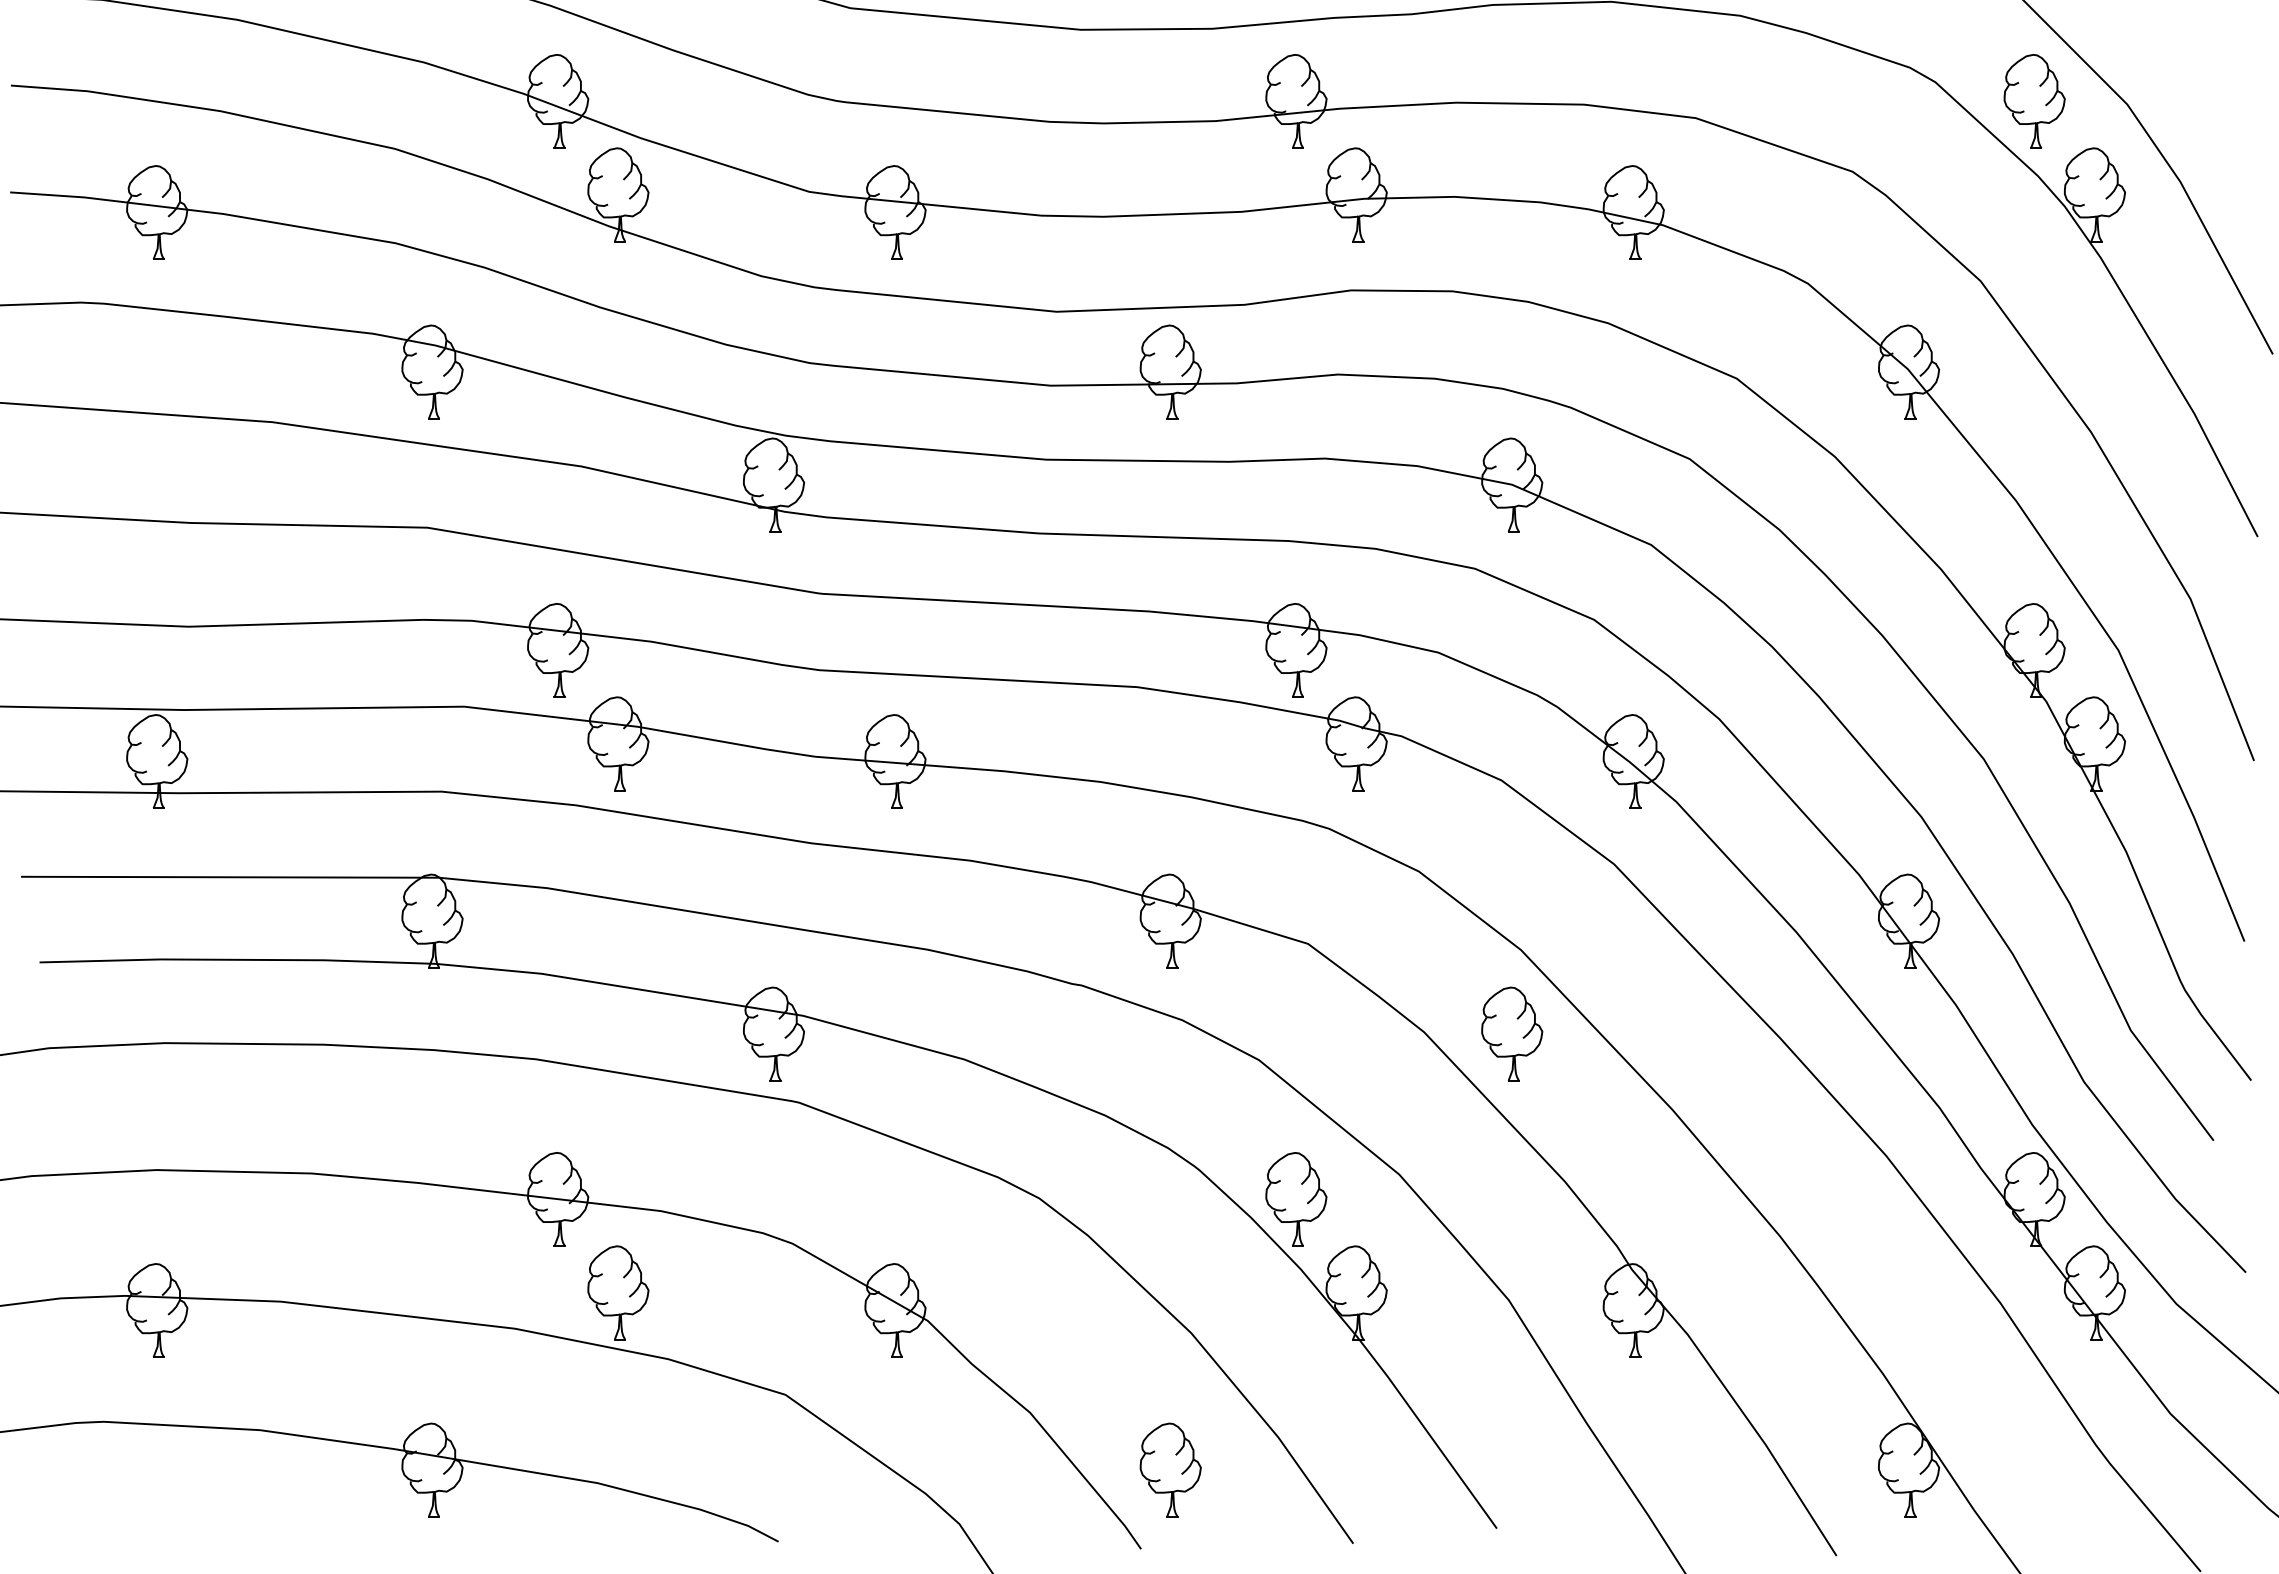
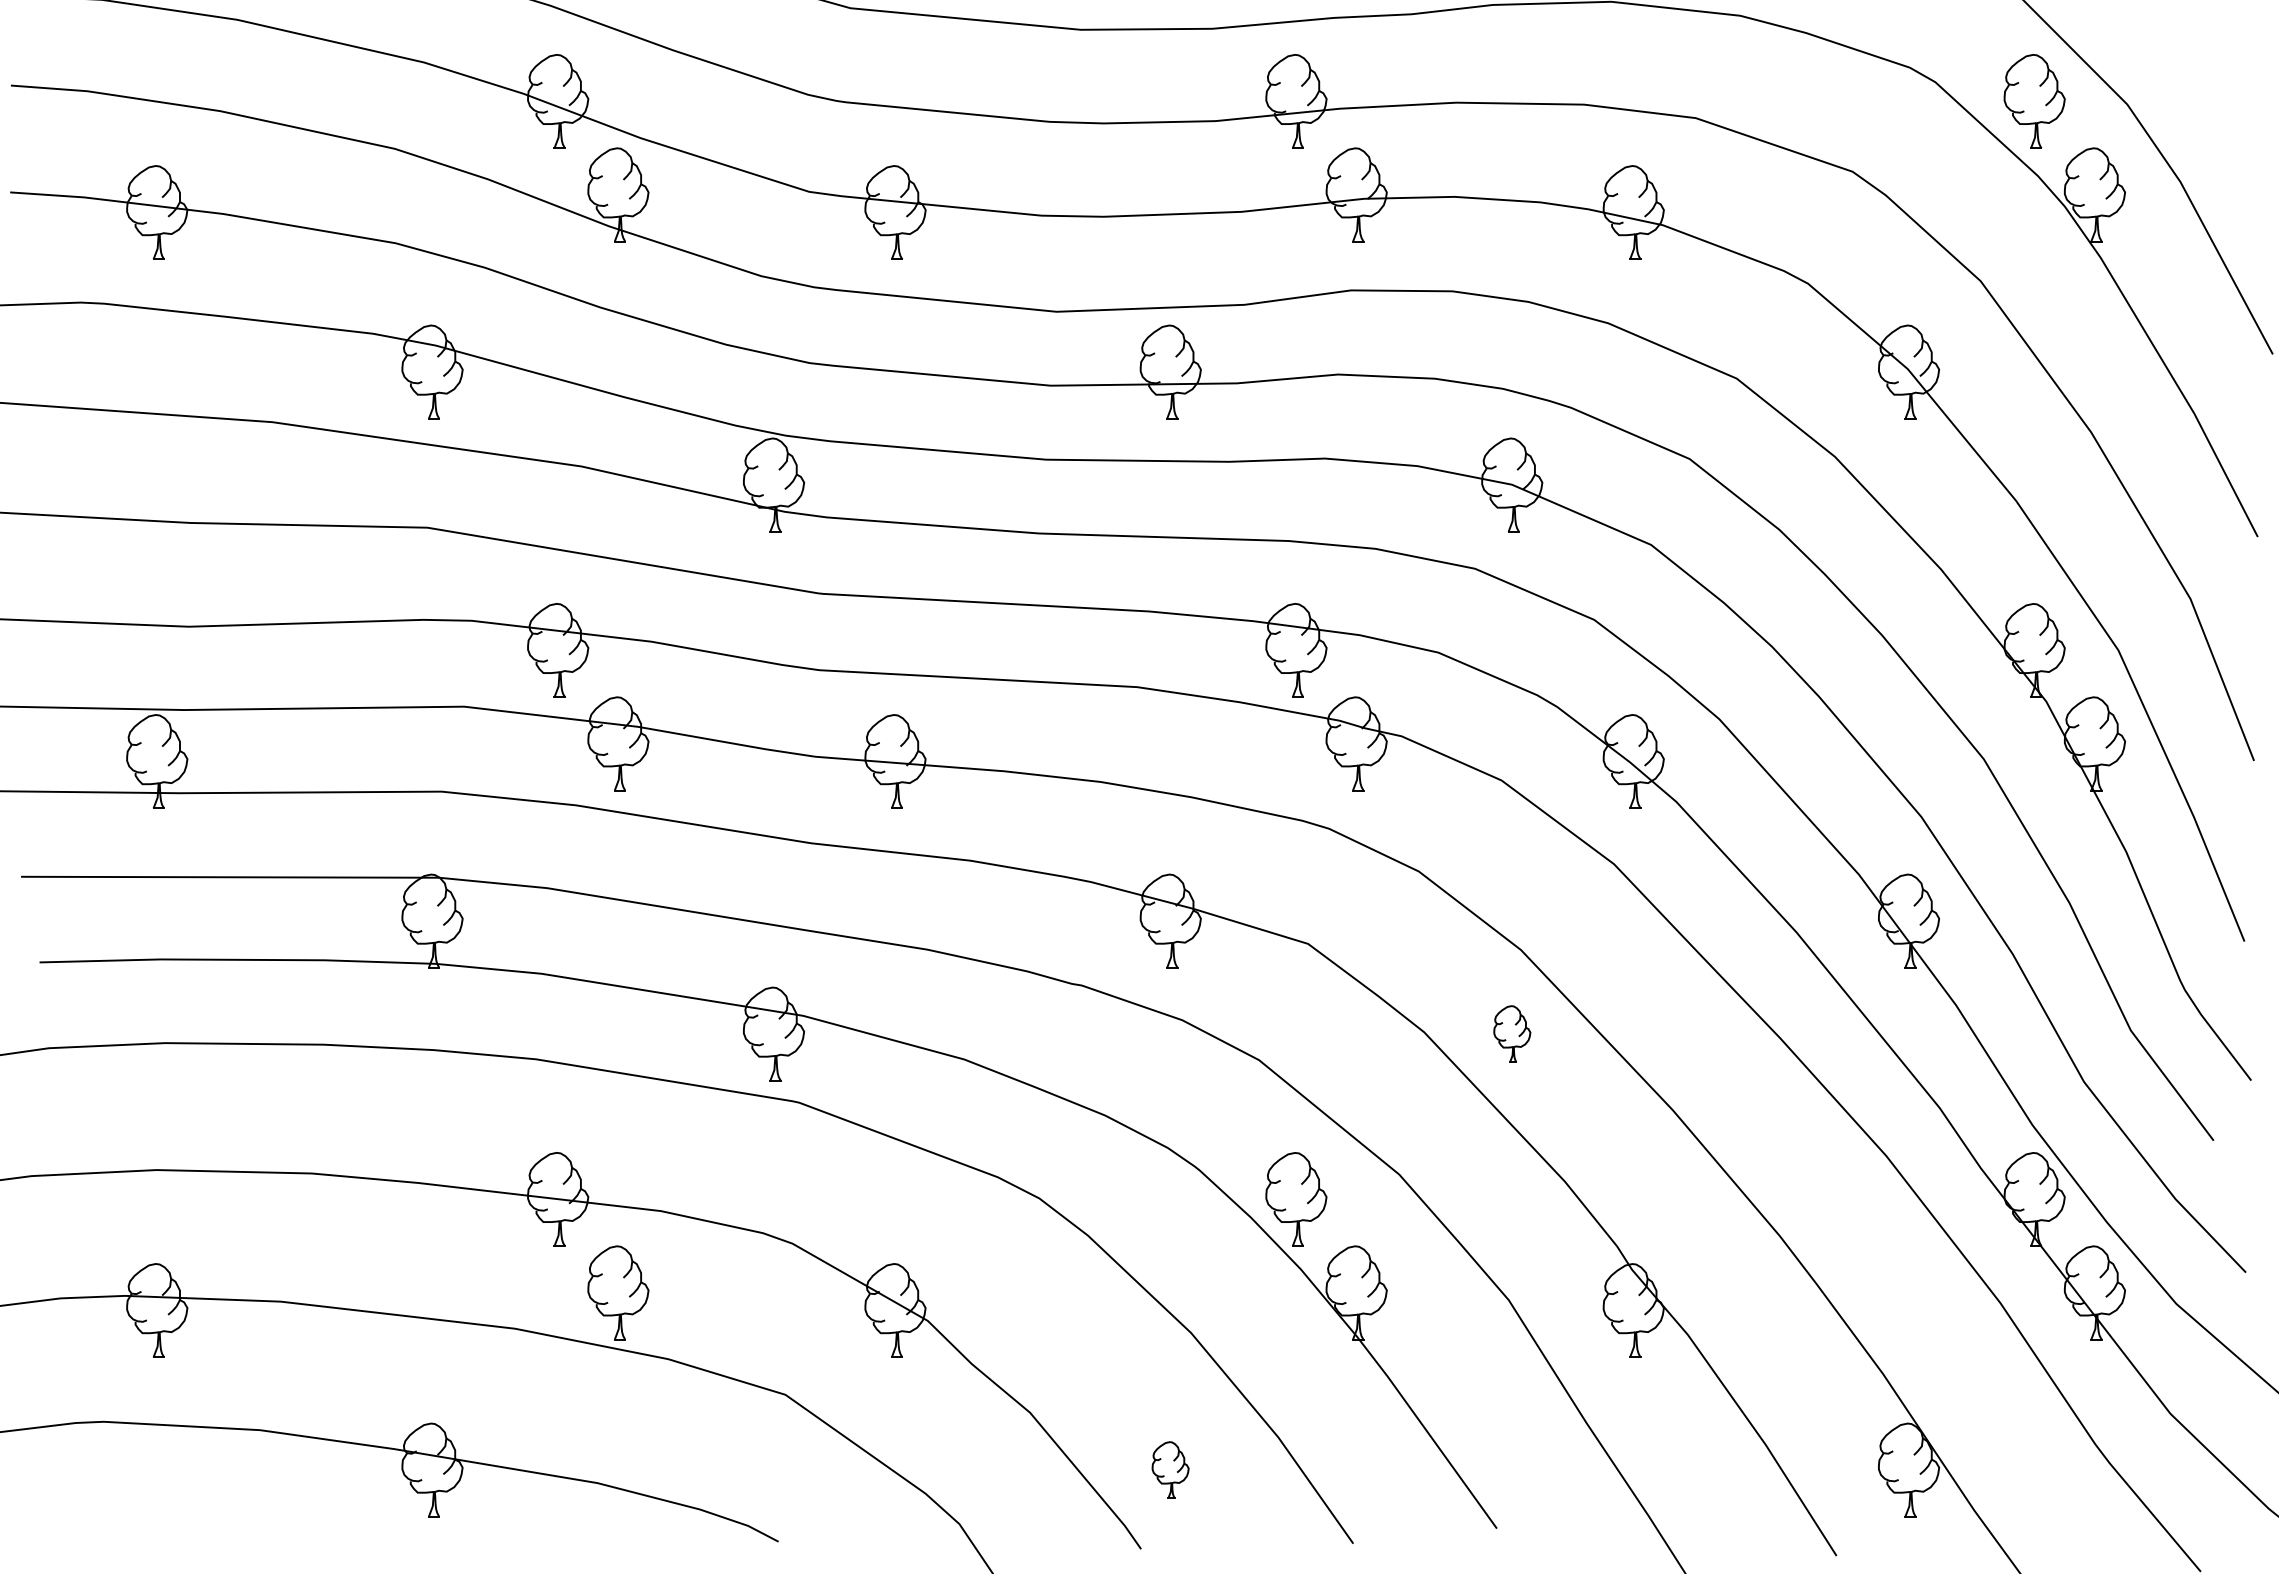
part at (1512, 1033) size: 63x96 px -> 39x58 px
part at (1170, 1469) size: 63x96 px -> 39x58 px
